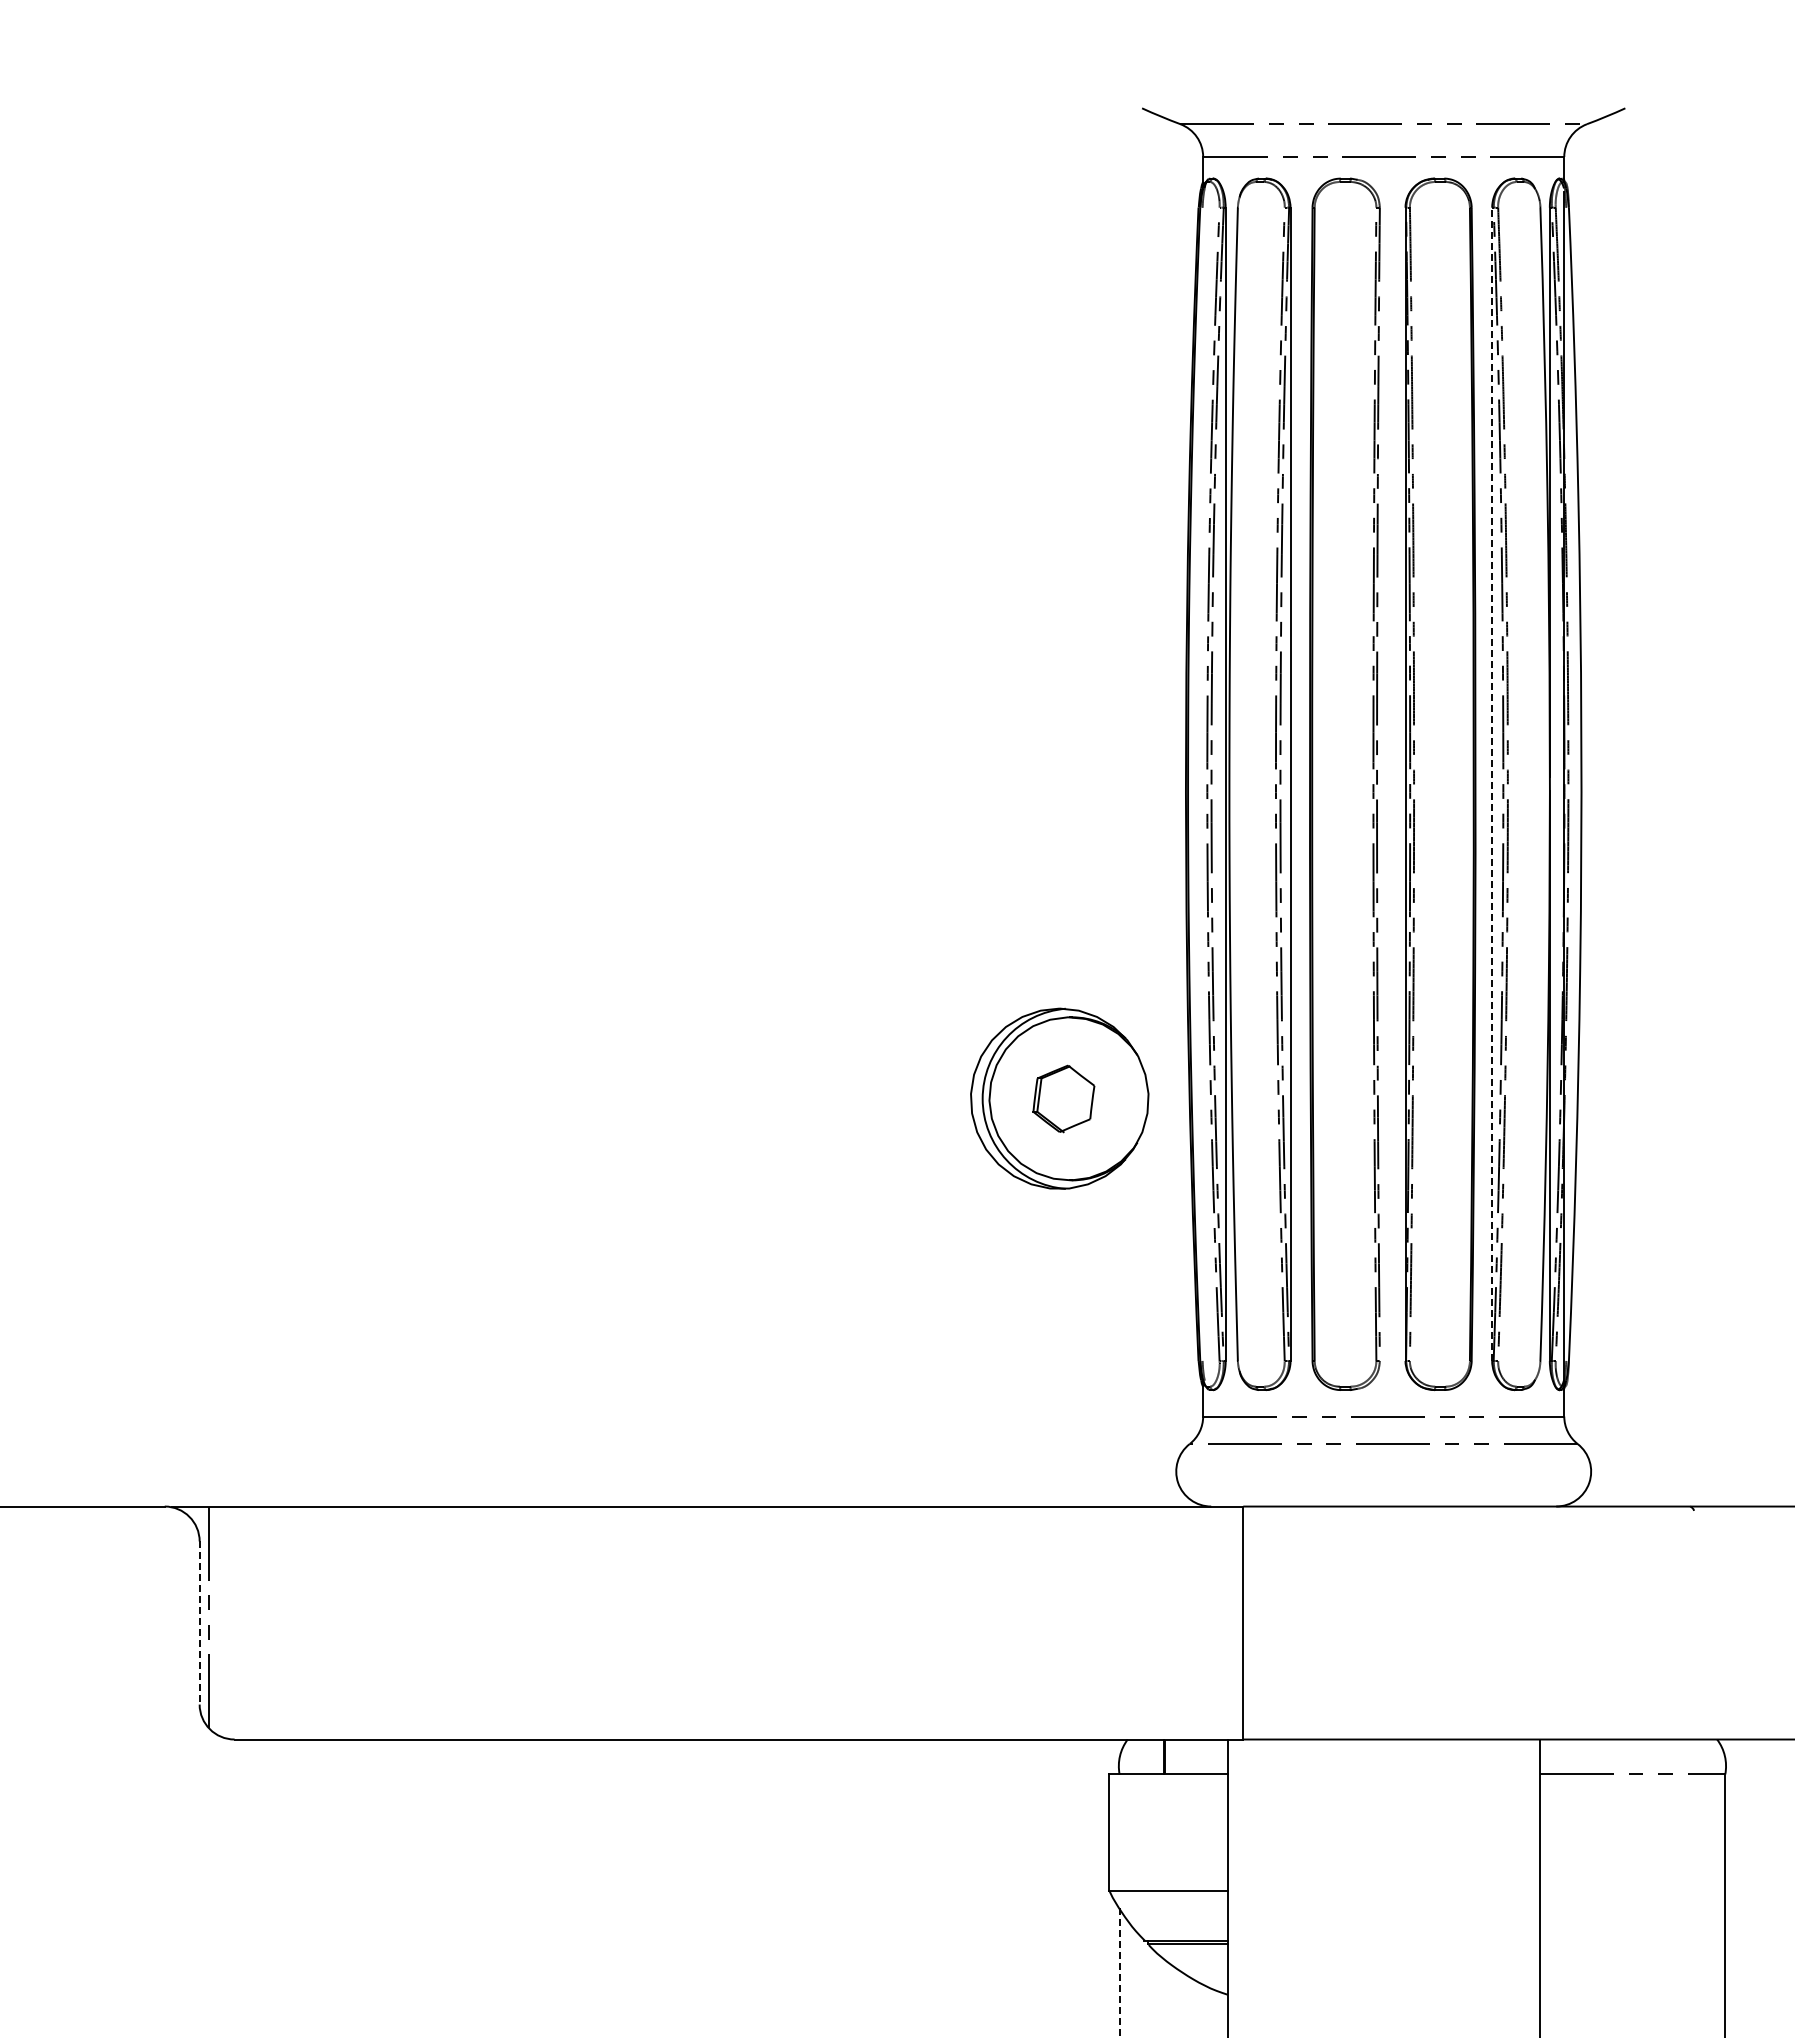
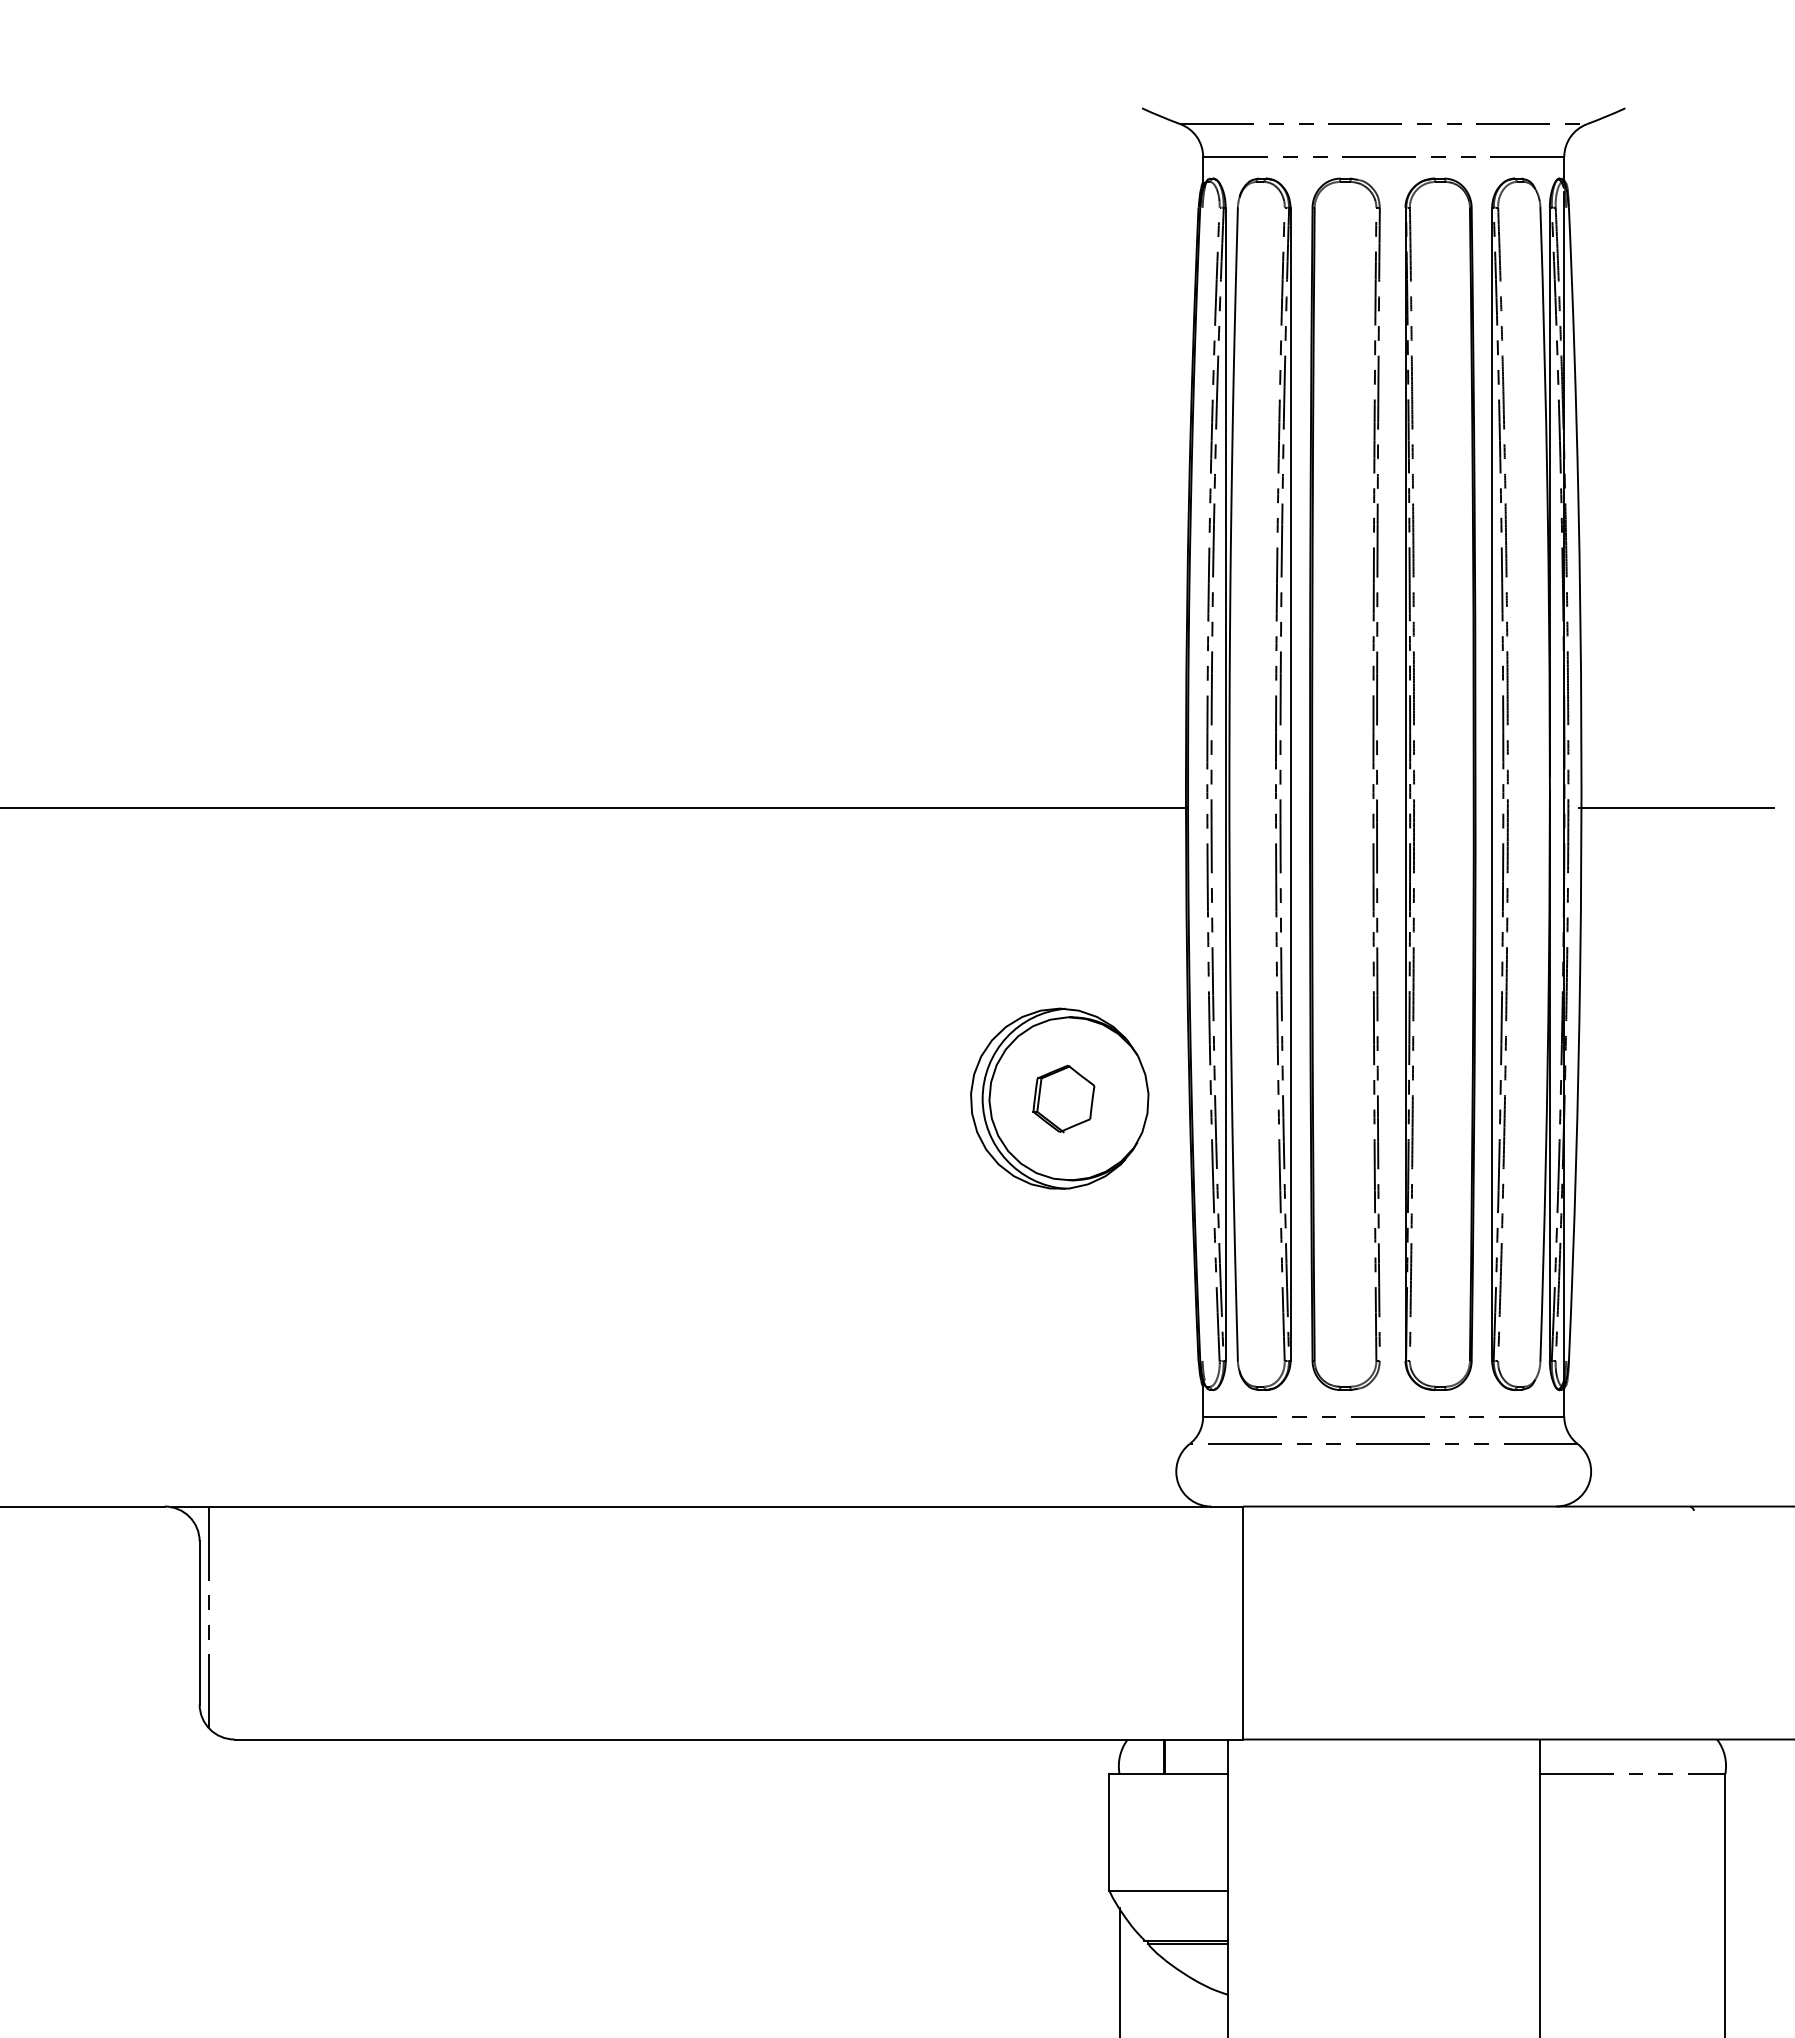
line at (1492, 784): dashed -> solid
line at (595, 807): none -> present
line at (1676, 807): none -> present
line at (199, 1623): dashed -> solid
line at (1119, 1973): dashed -> solid
